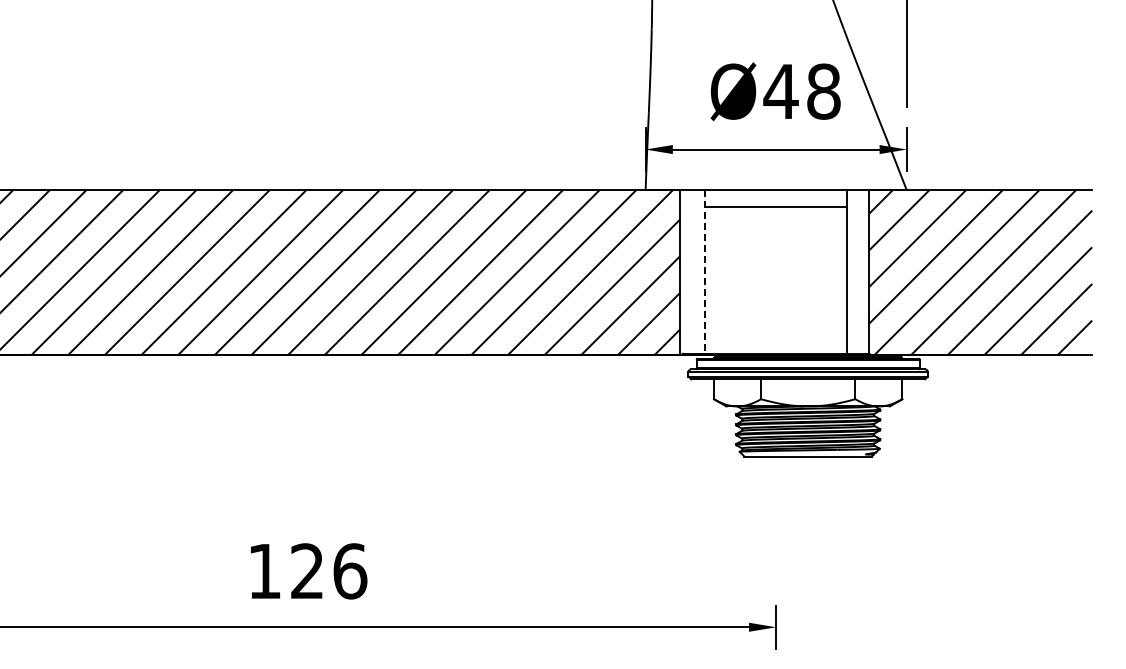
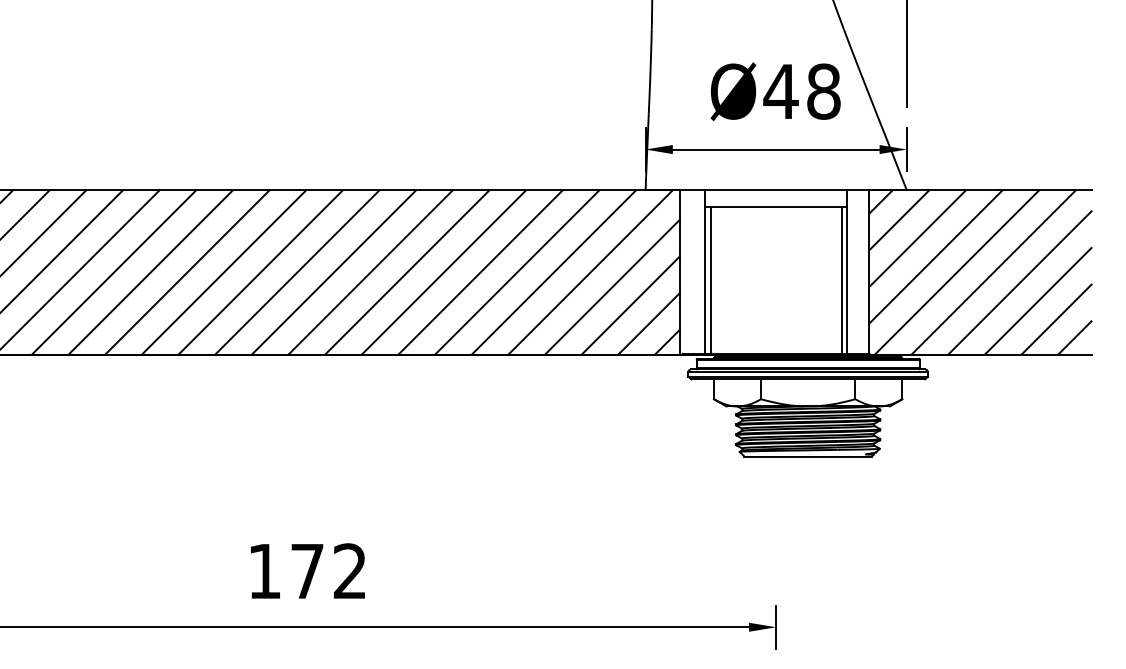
line at (705, 271): dashed -> solid
line at (710, 279): none -> present
line at (841, 279): none -> present
text at (329, 571): 126 -> 172
